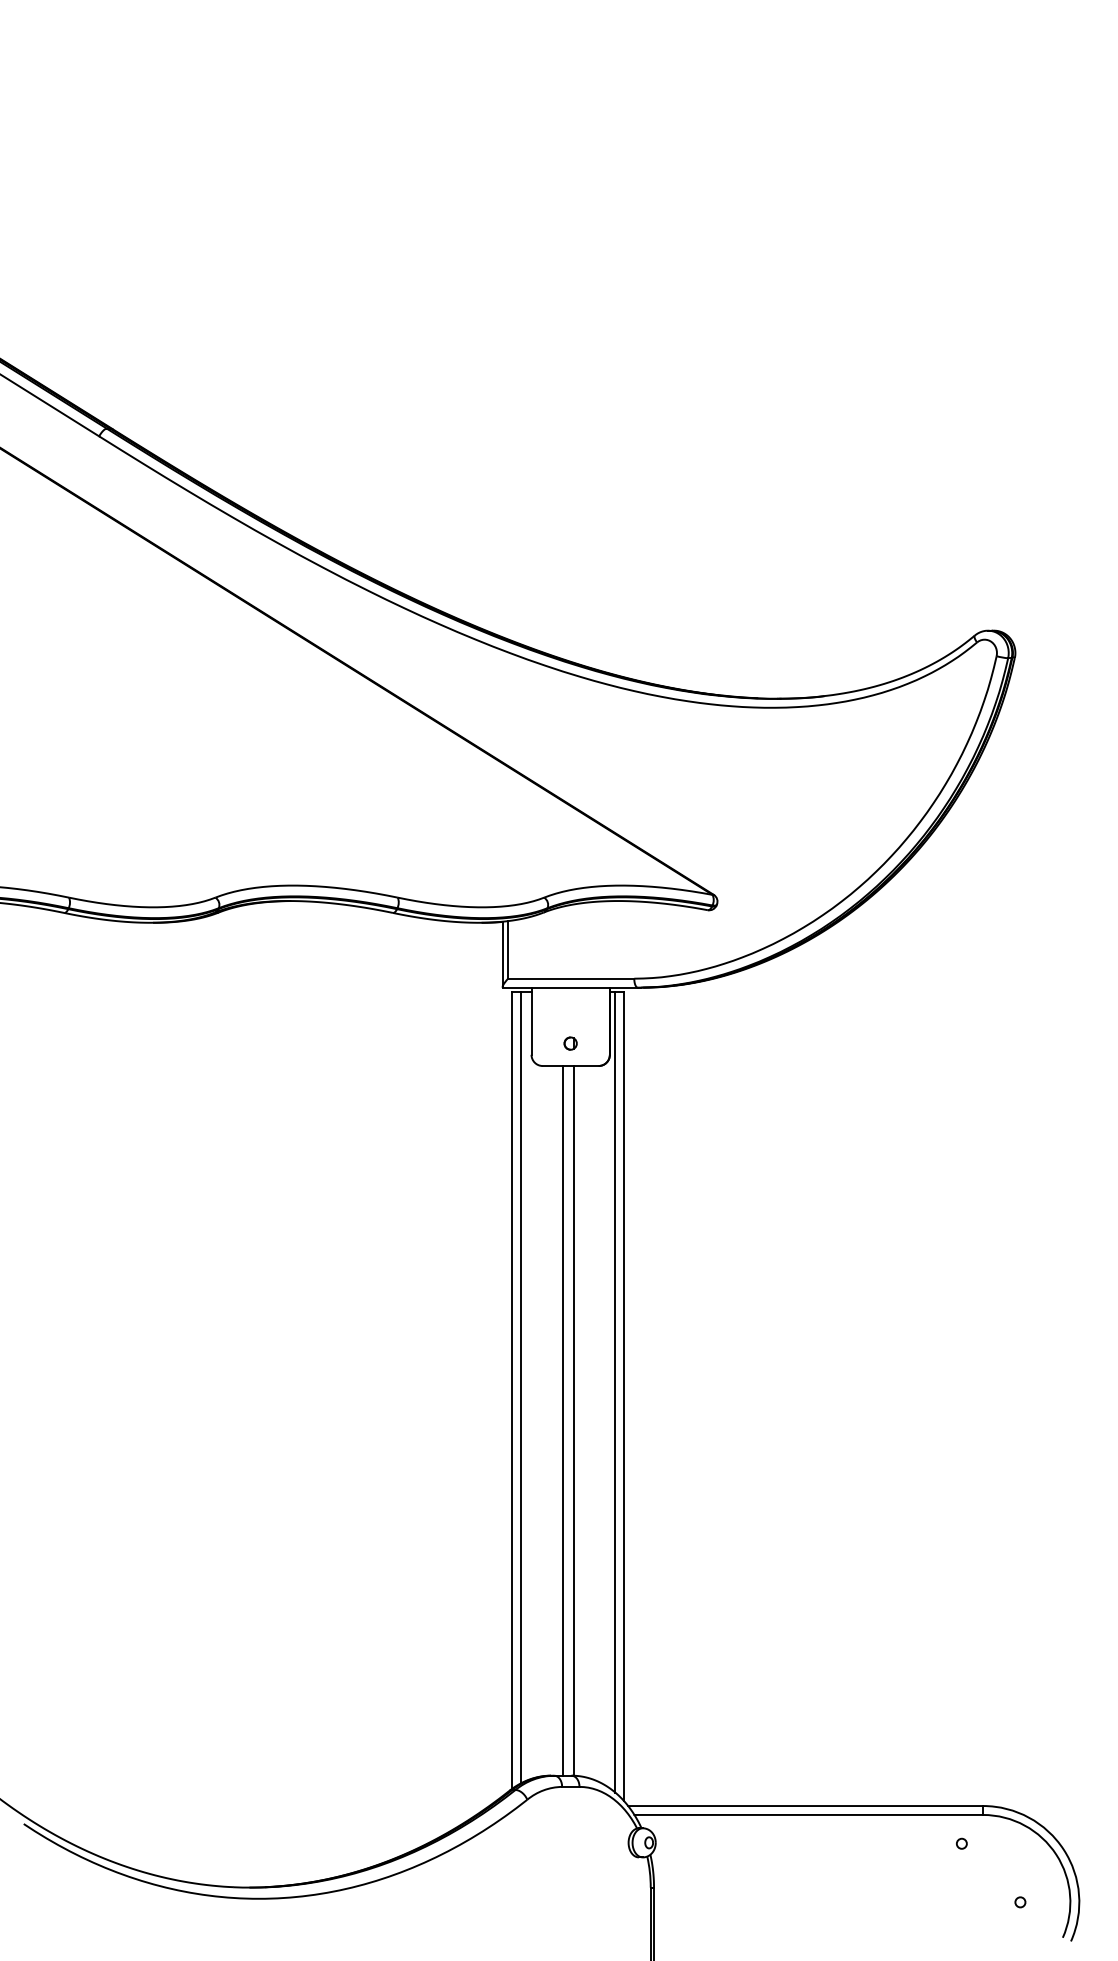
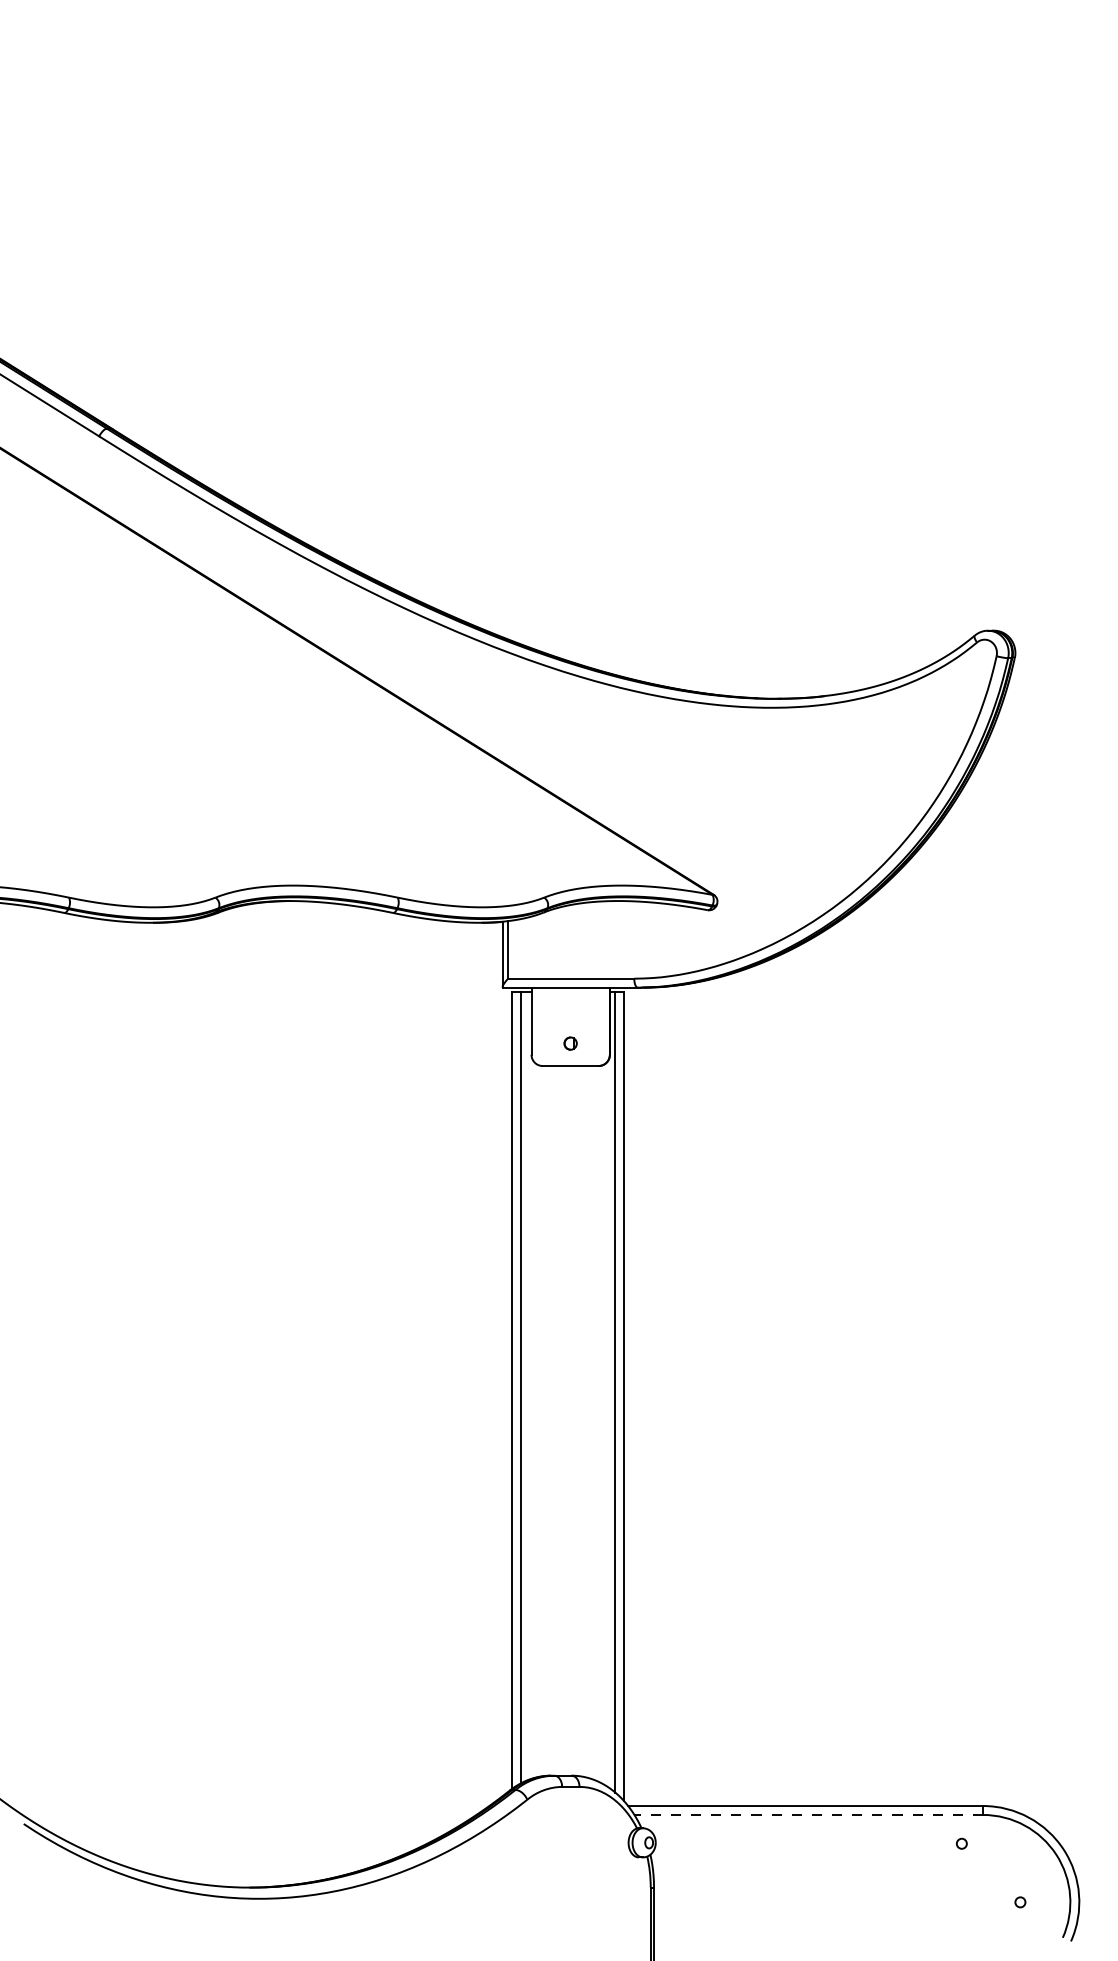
line at (562, 1420): present -> none
line at (573, 1420): present -> none
line at (808, 1814): solid -> dashed
